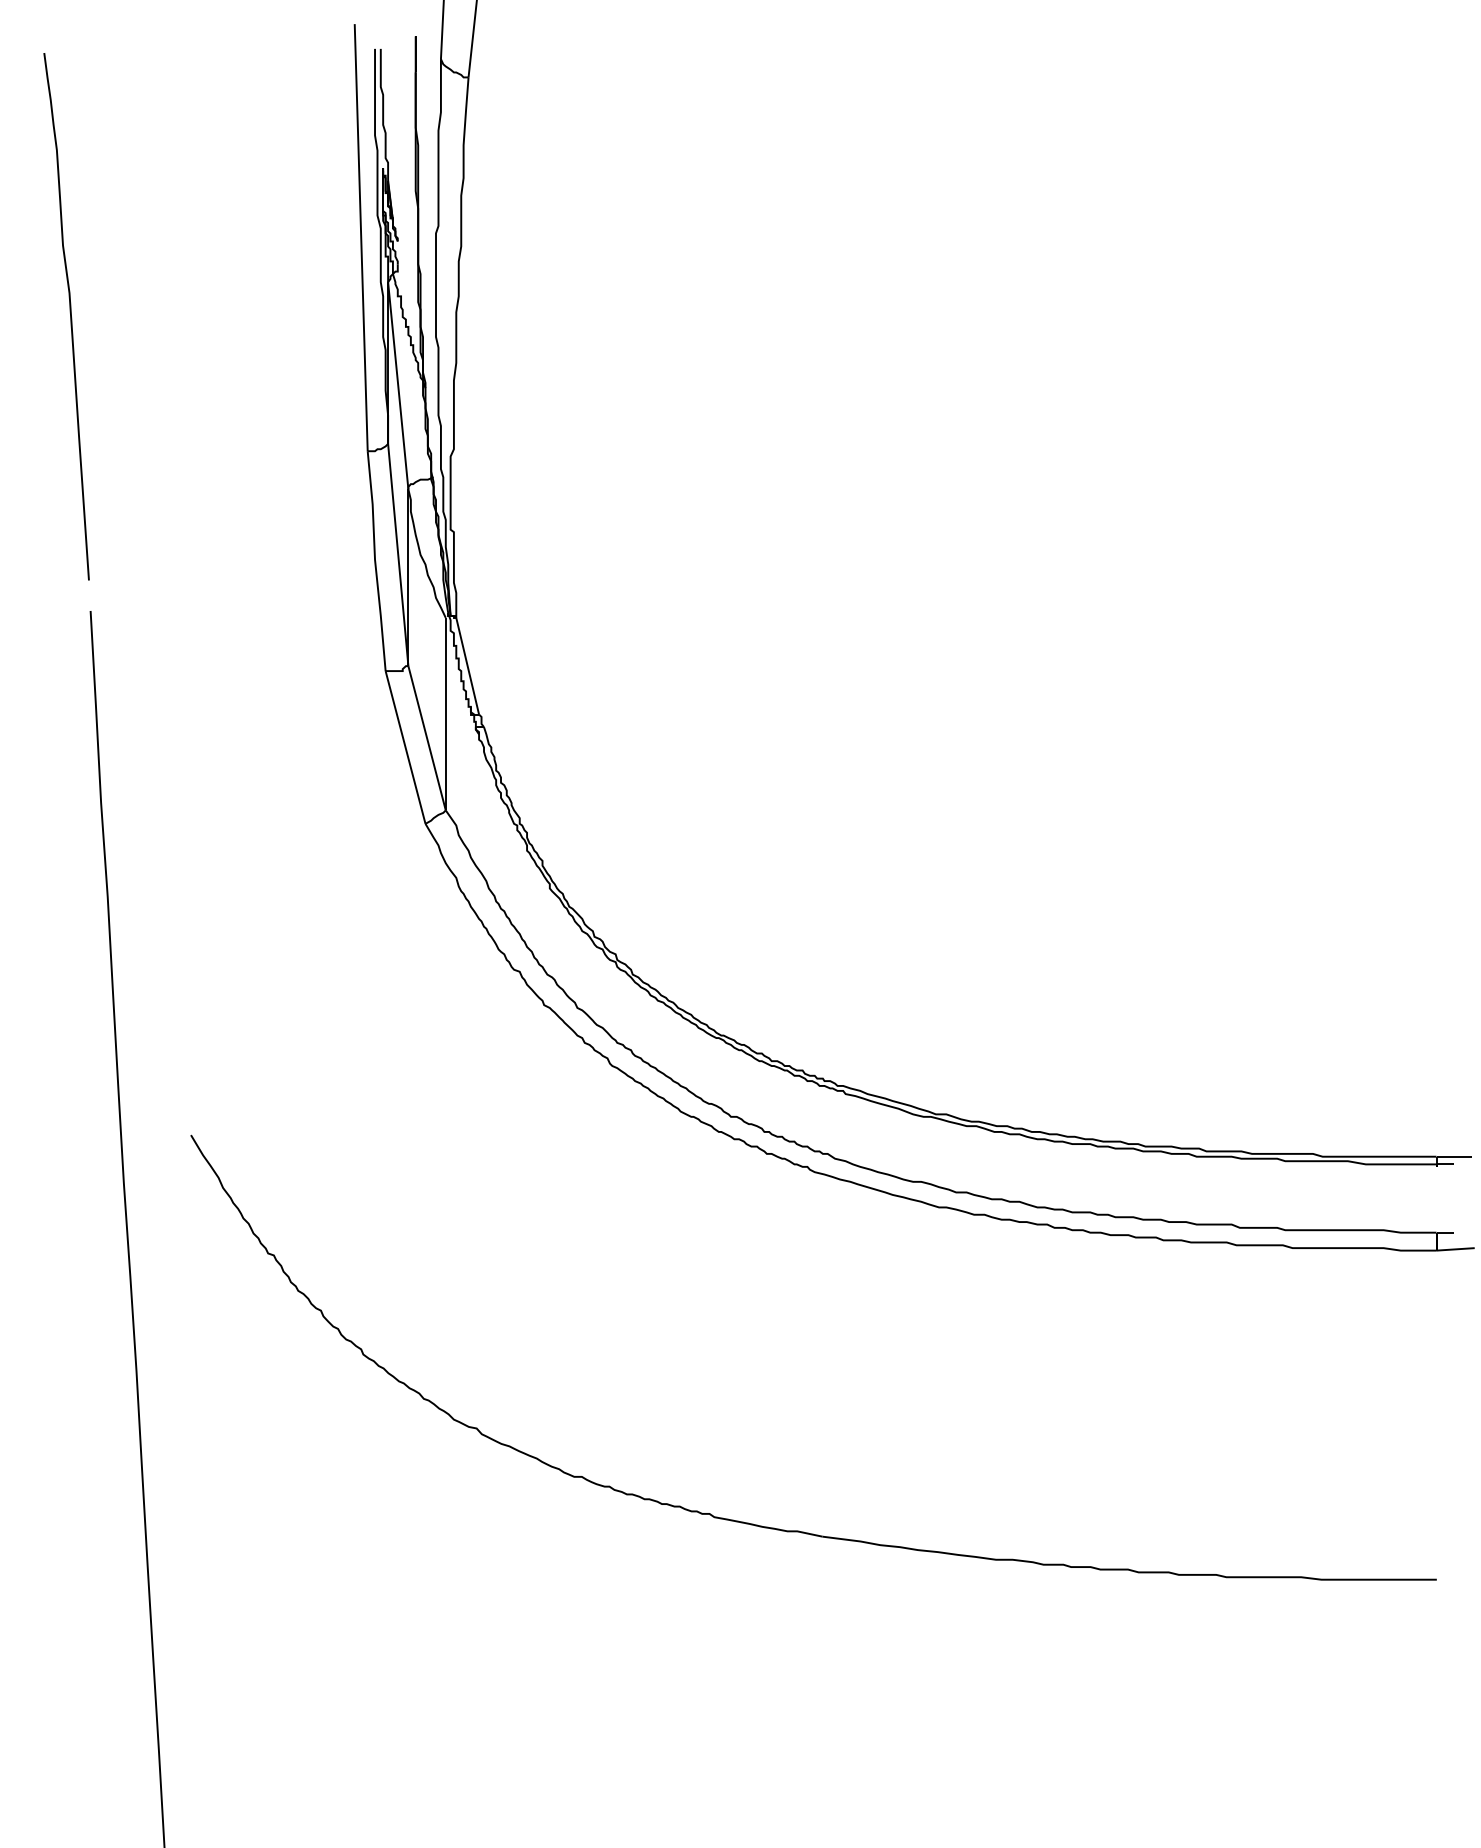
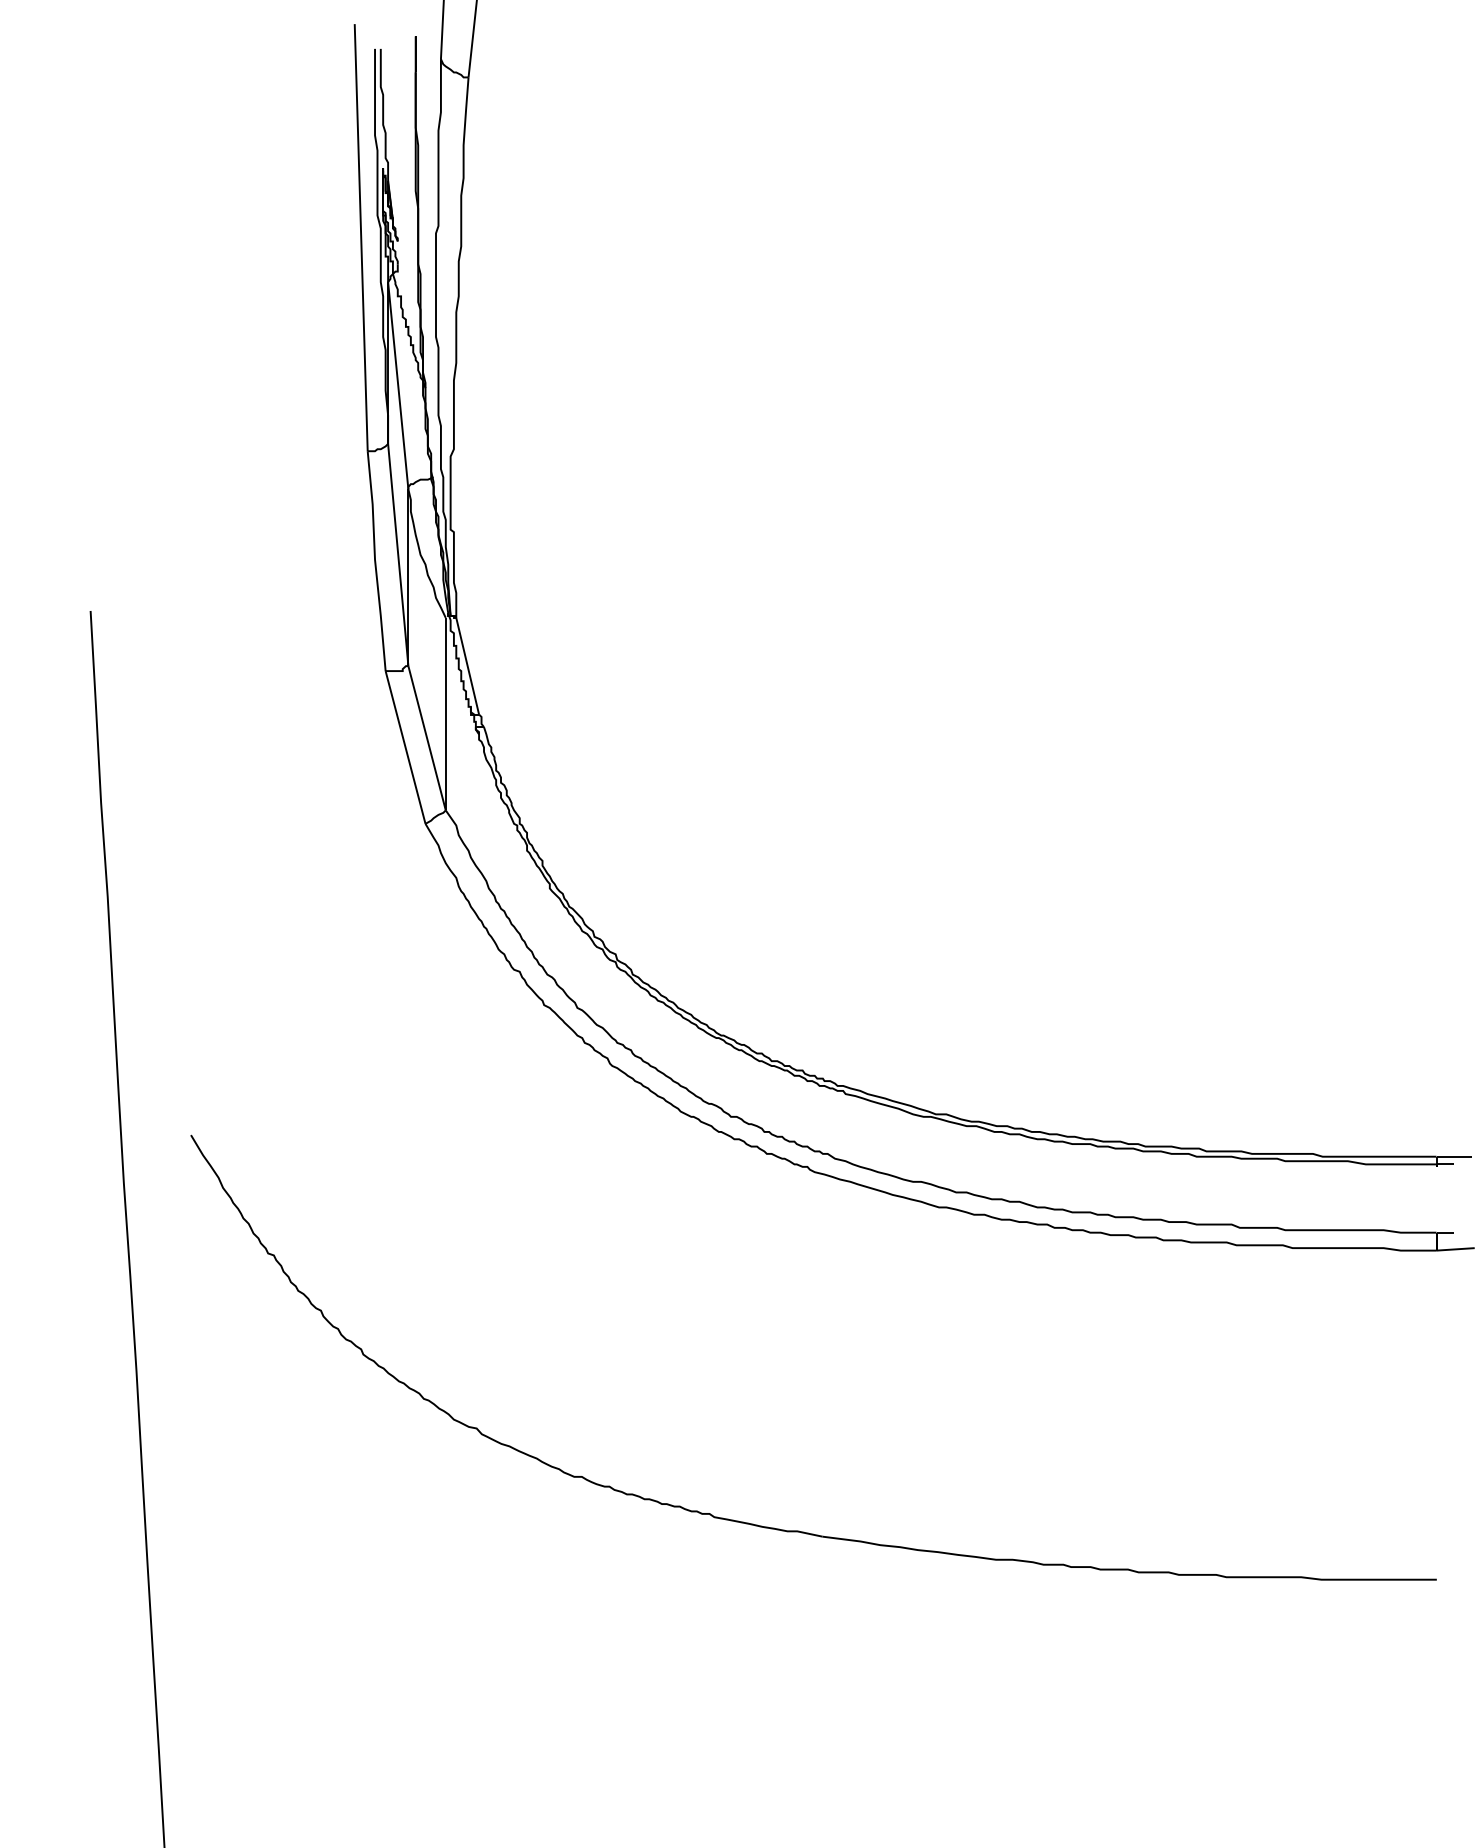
curve at (70, 316): present -> none
